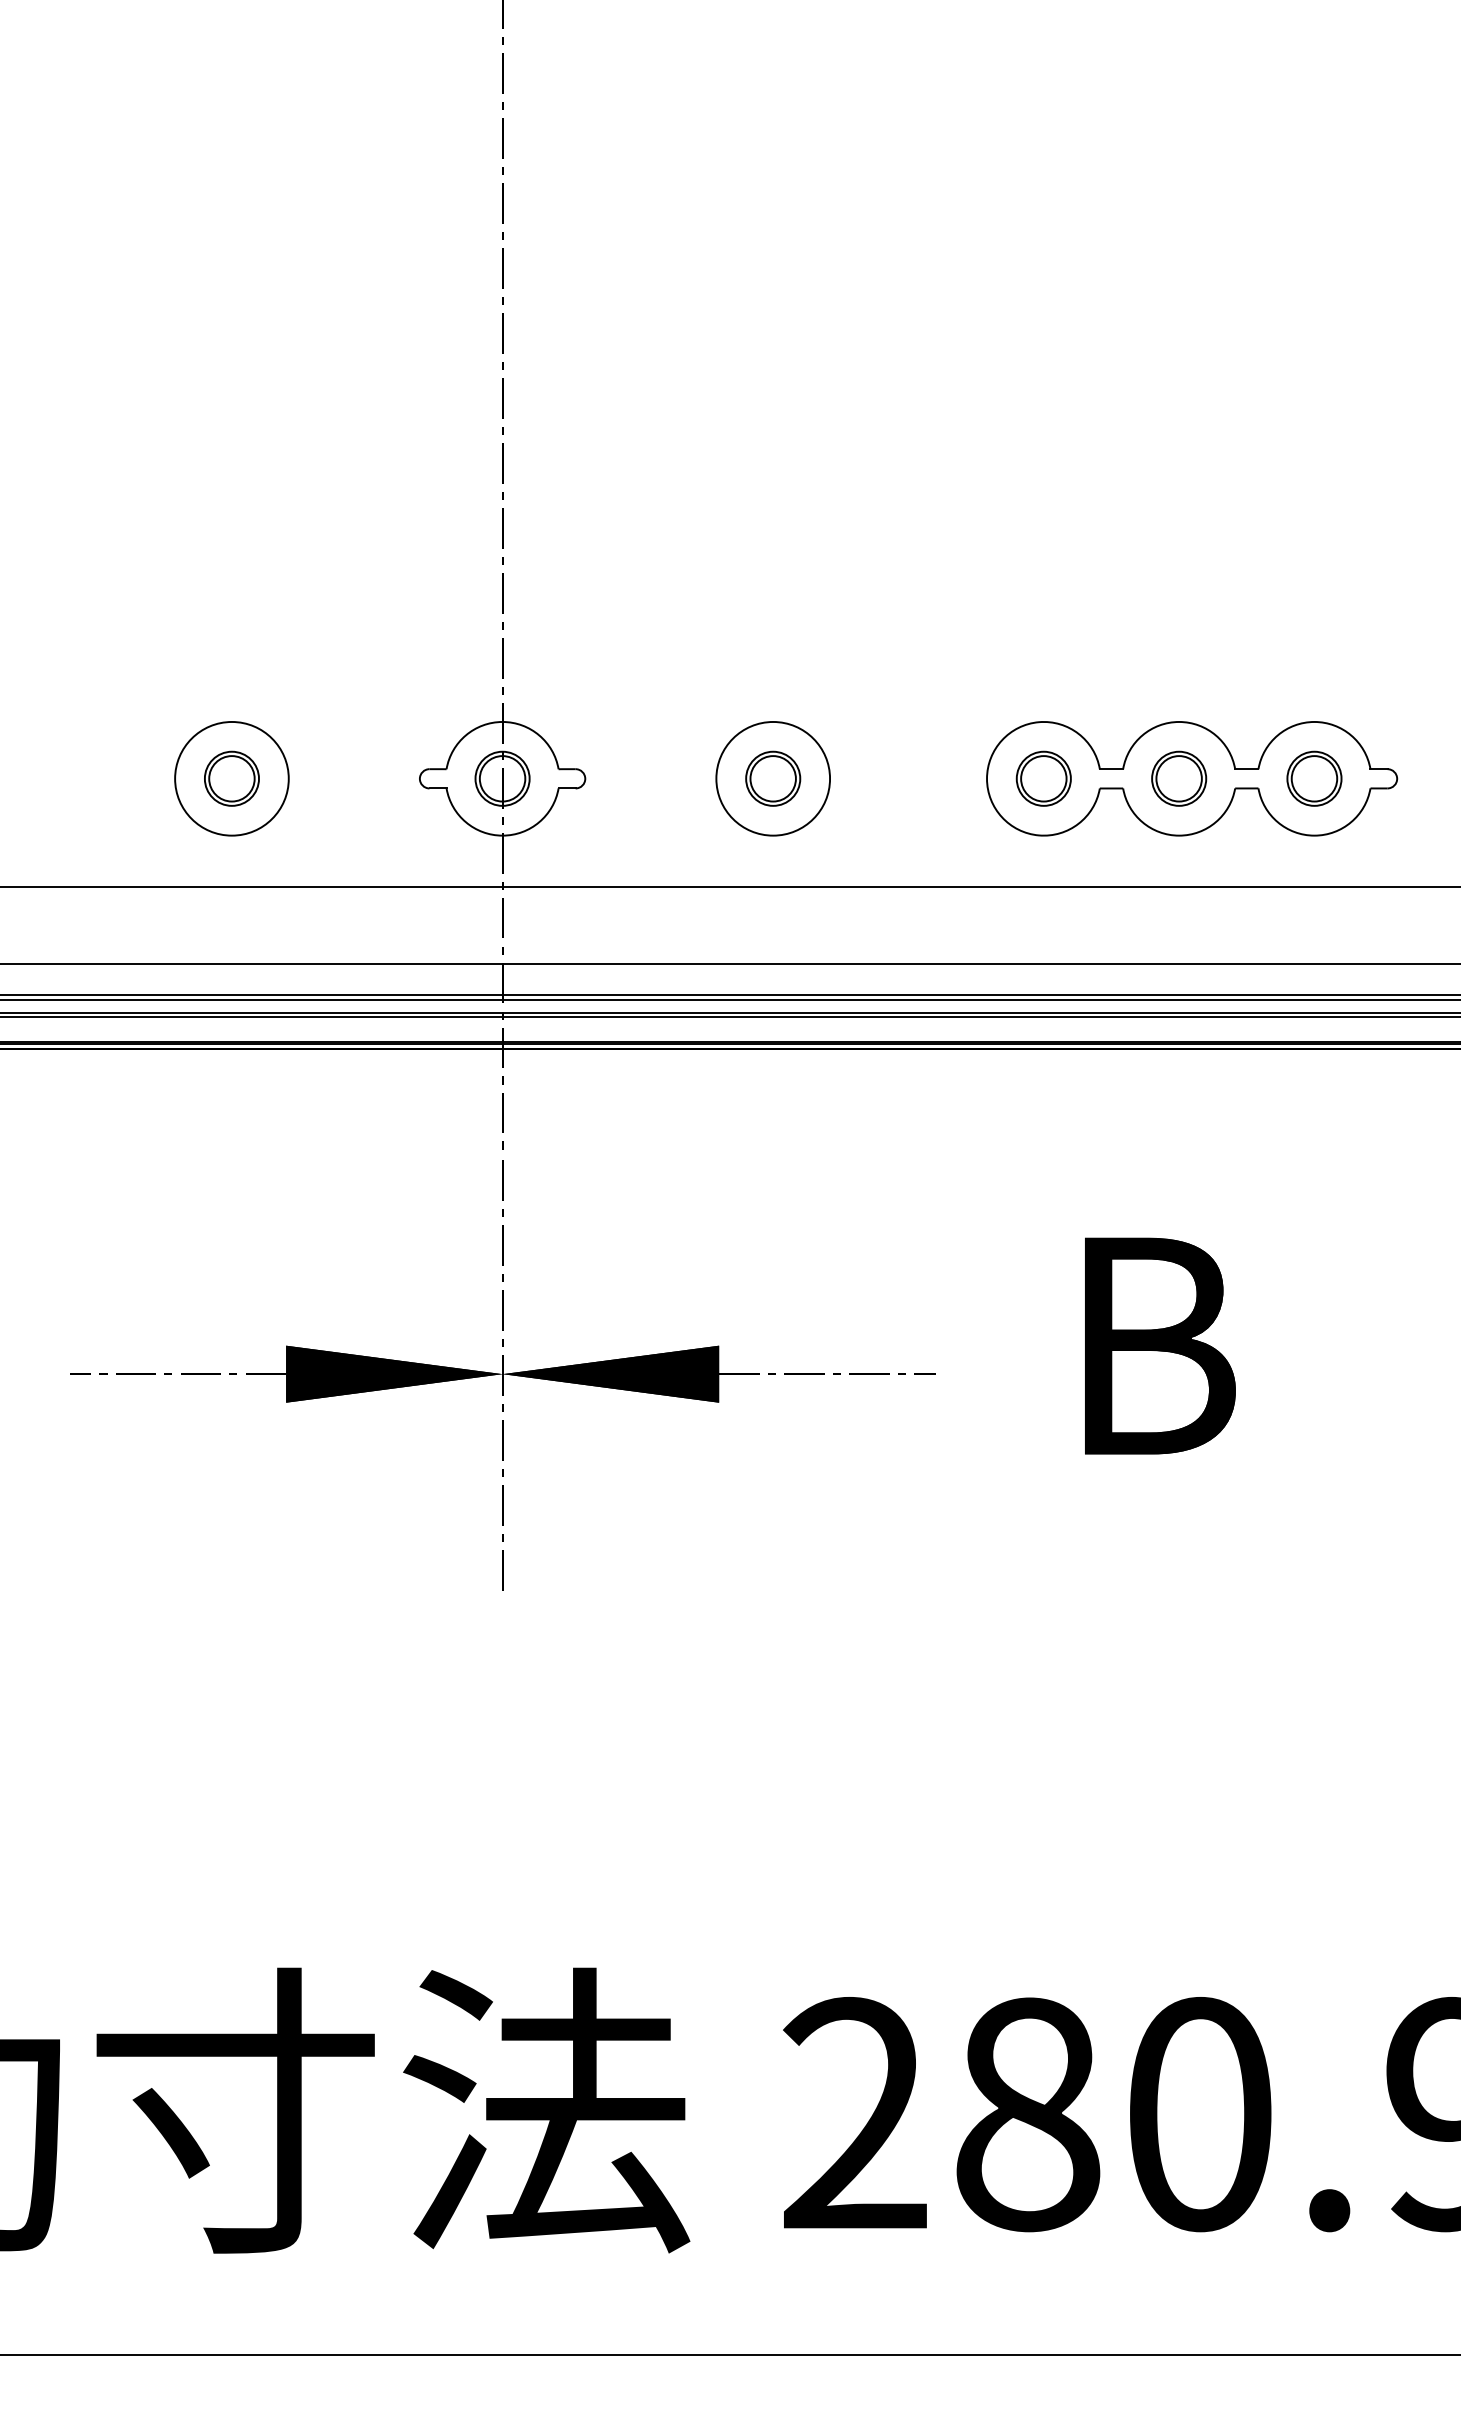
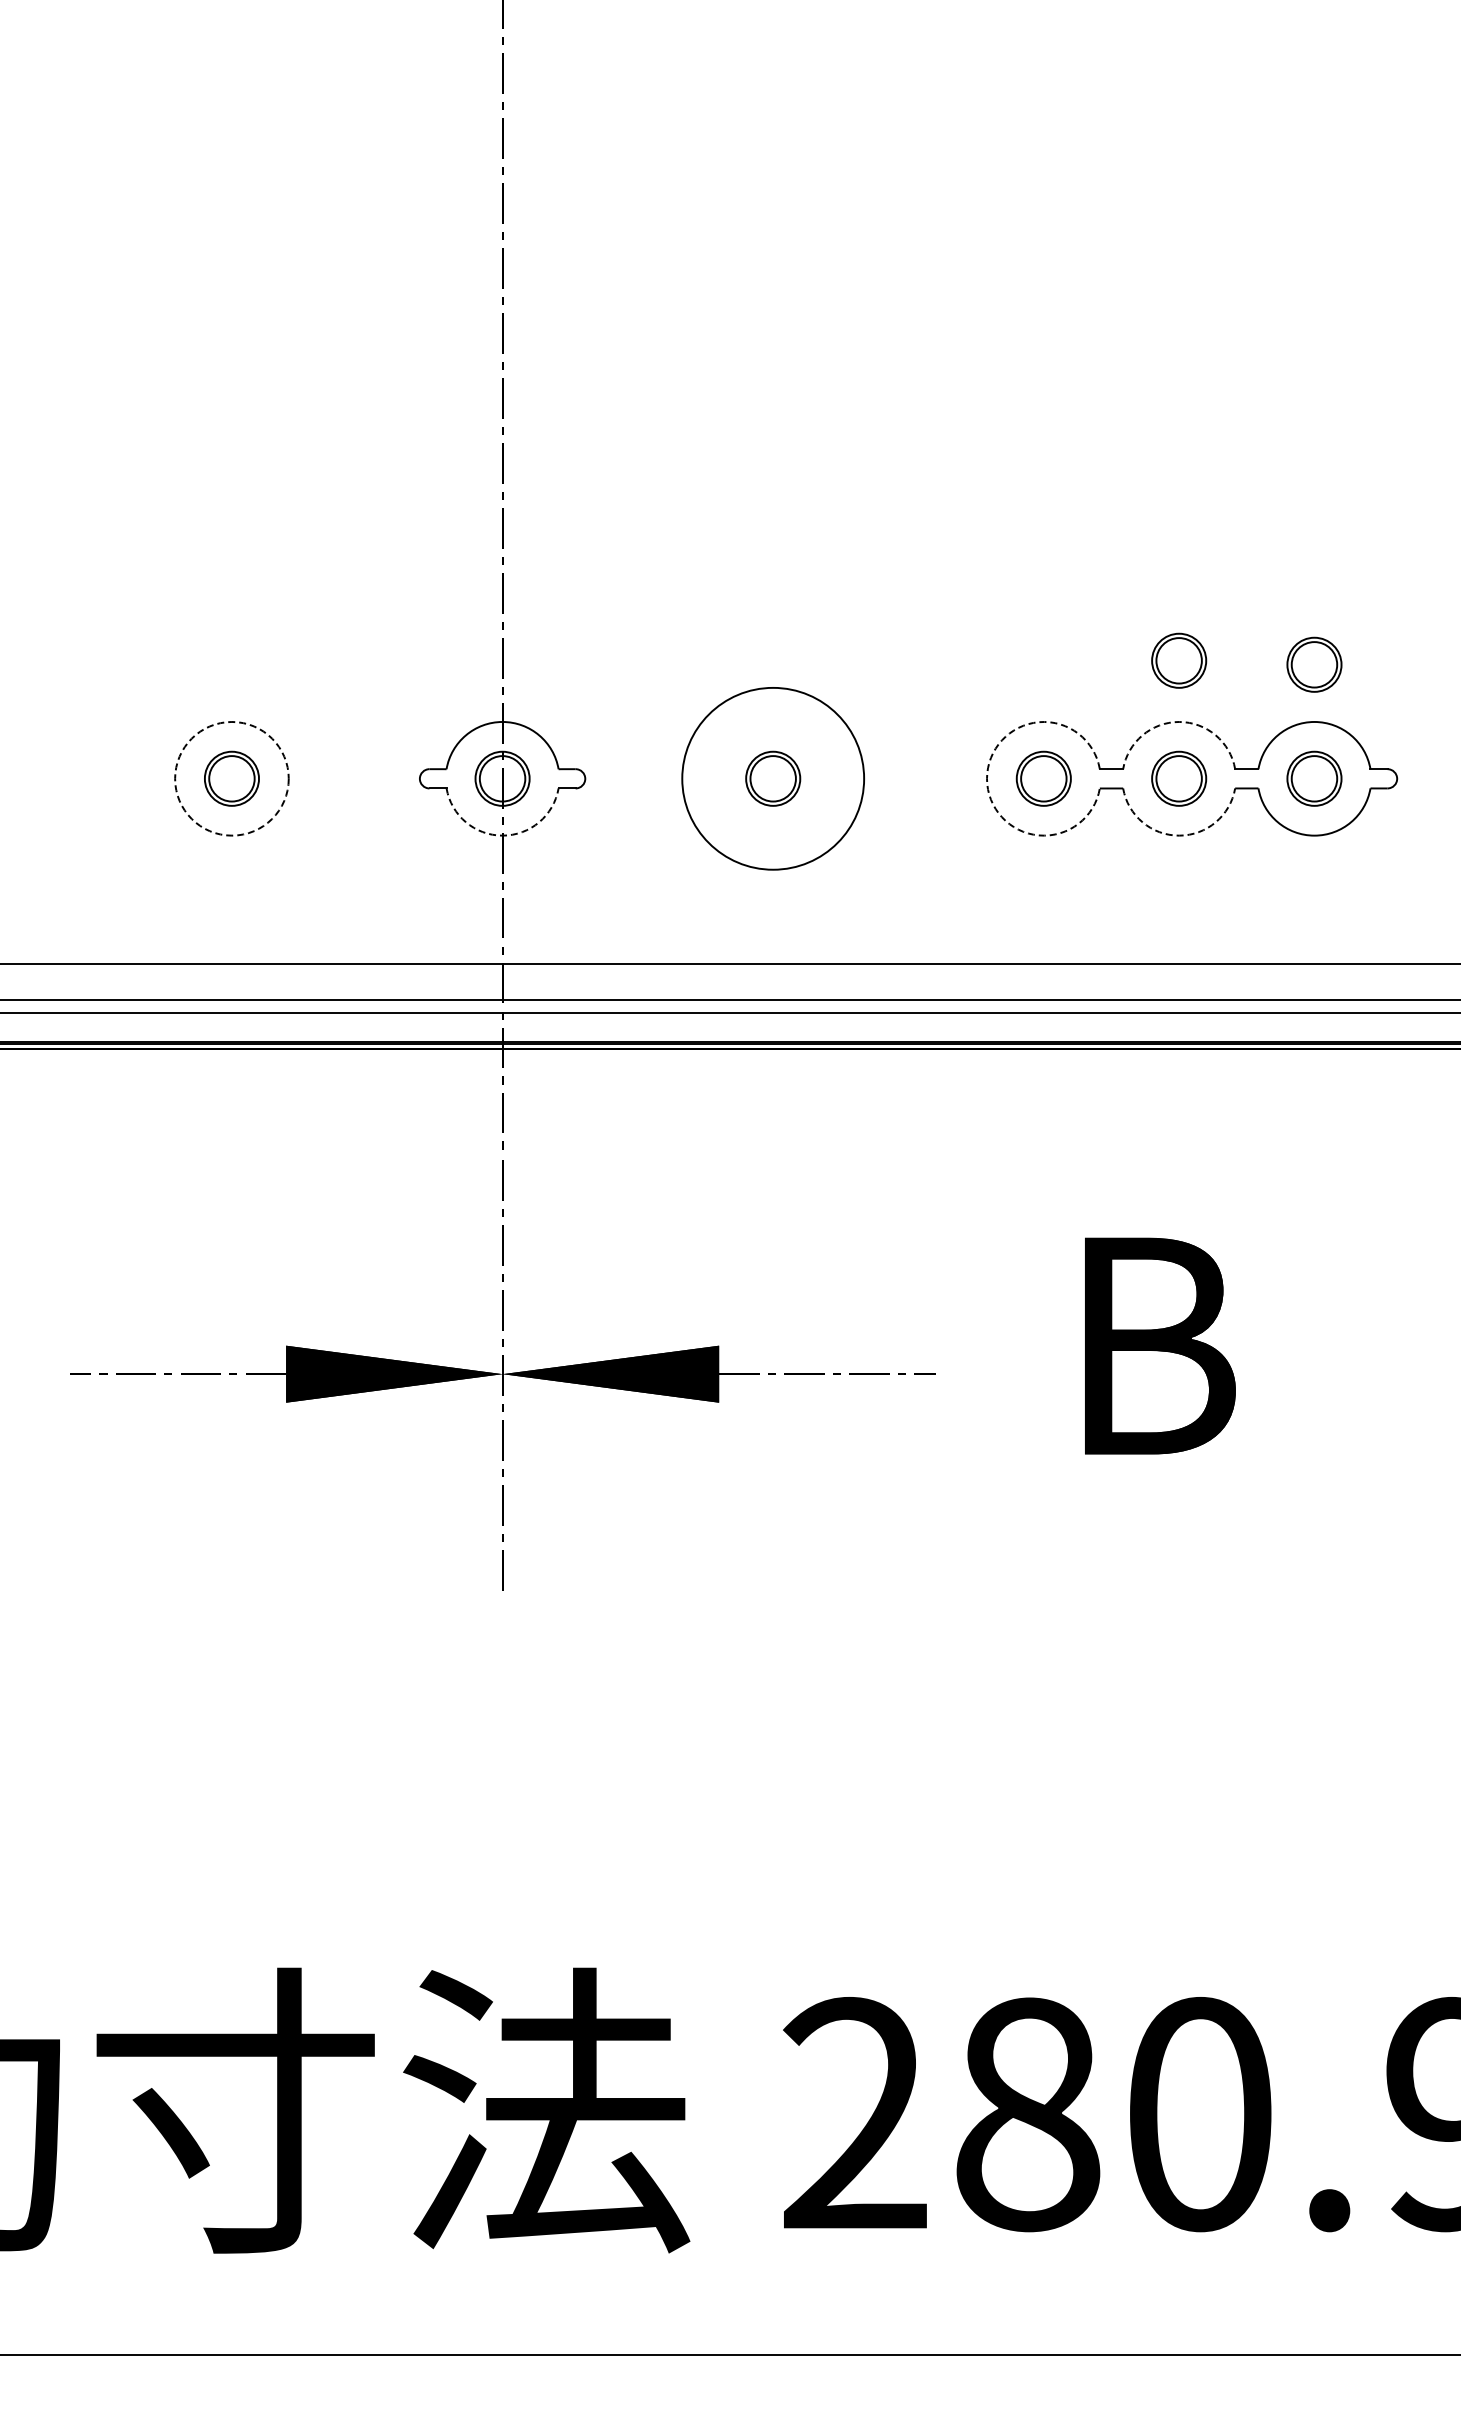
part at (1179, 660): none -> present
part at (1314, 664): none -> present
arc at (1179, 721): solid -> dashed
circle at (231, 778): solid -> dashed
circle at (773, 778) diameter: 114 px -> 182 px
arc at (987, 778): solid -> dashed
arc at (502, 835): solid -> dashed
arc at (1179, 835): solid -> dashed
line at (729, 887): present -> none
line at (729, 995): present -> none
line at (729, 1017): present -> none
